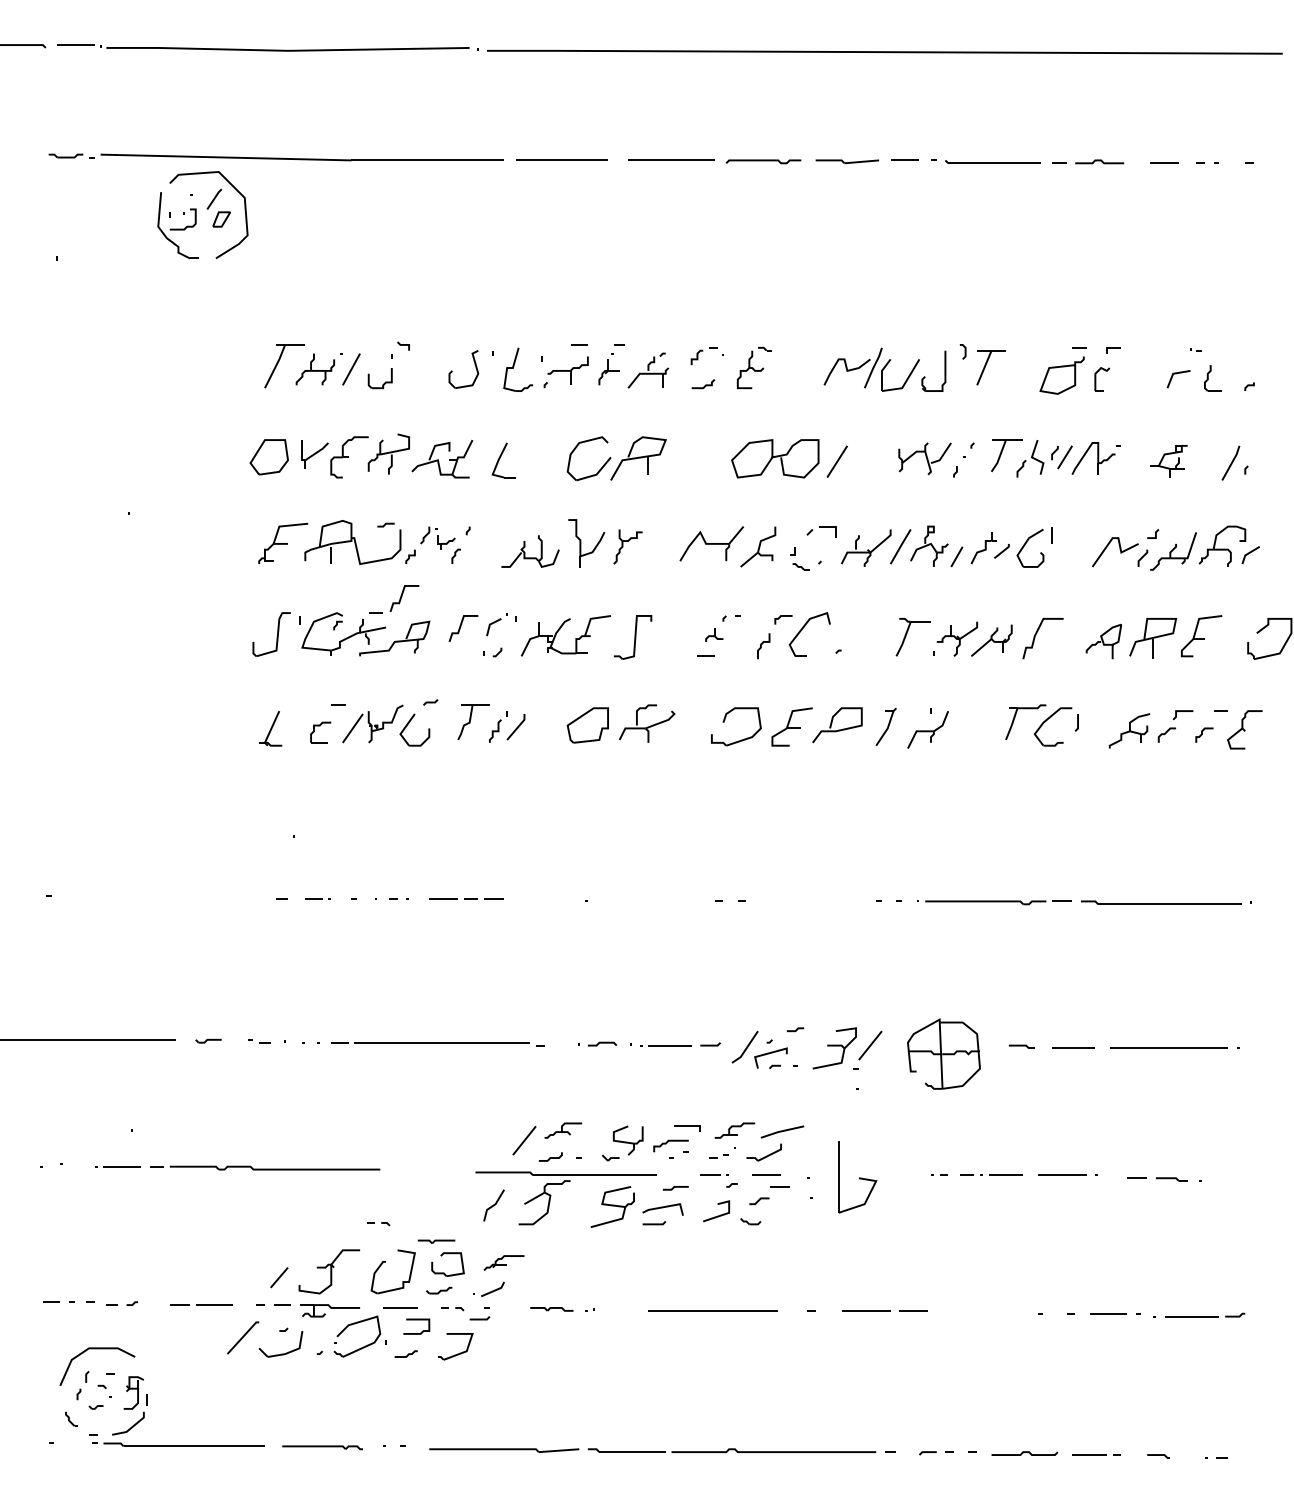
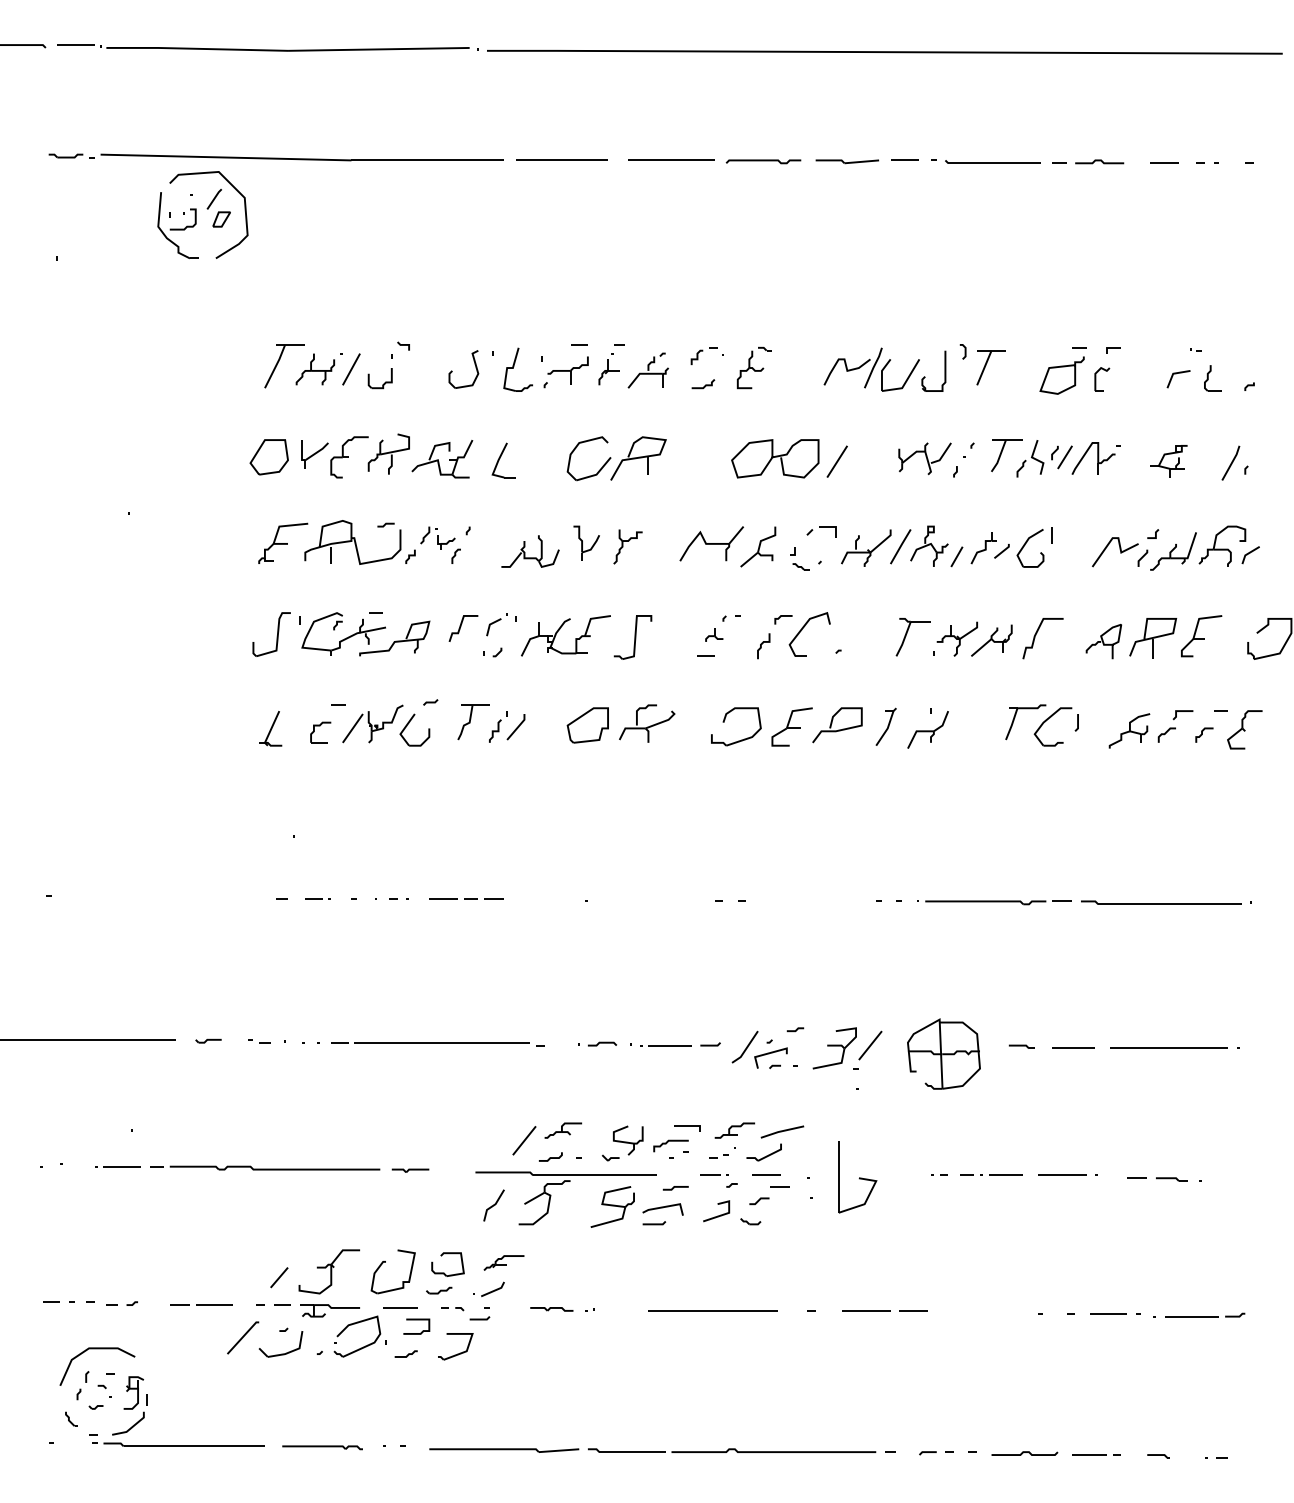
part at (586, 543) size: 38x49 px -> 27x36 px
line at (402, 596): present -> none
part at (378, 1224): present -> none
part at (436, 1241) position: (436, 1241) -> (410, 1170)
